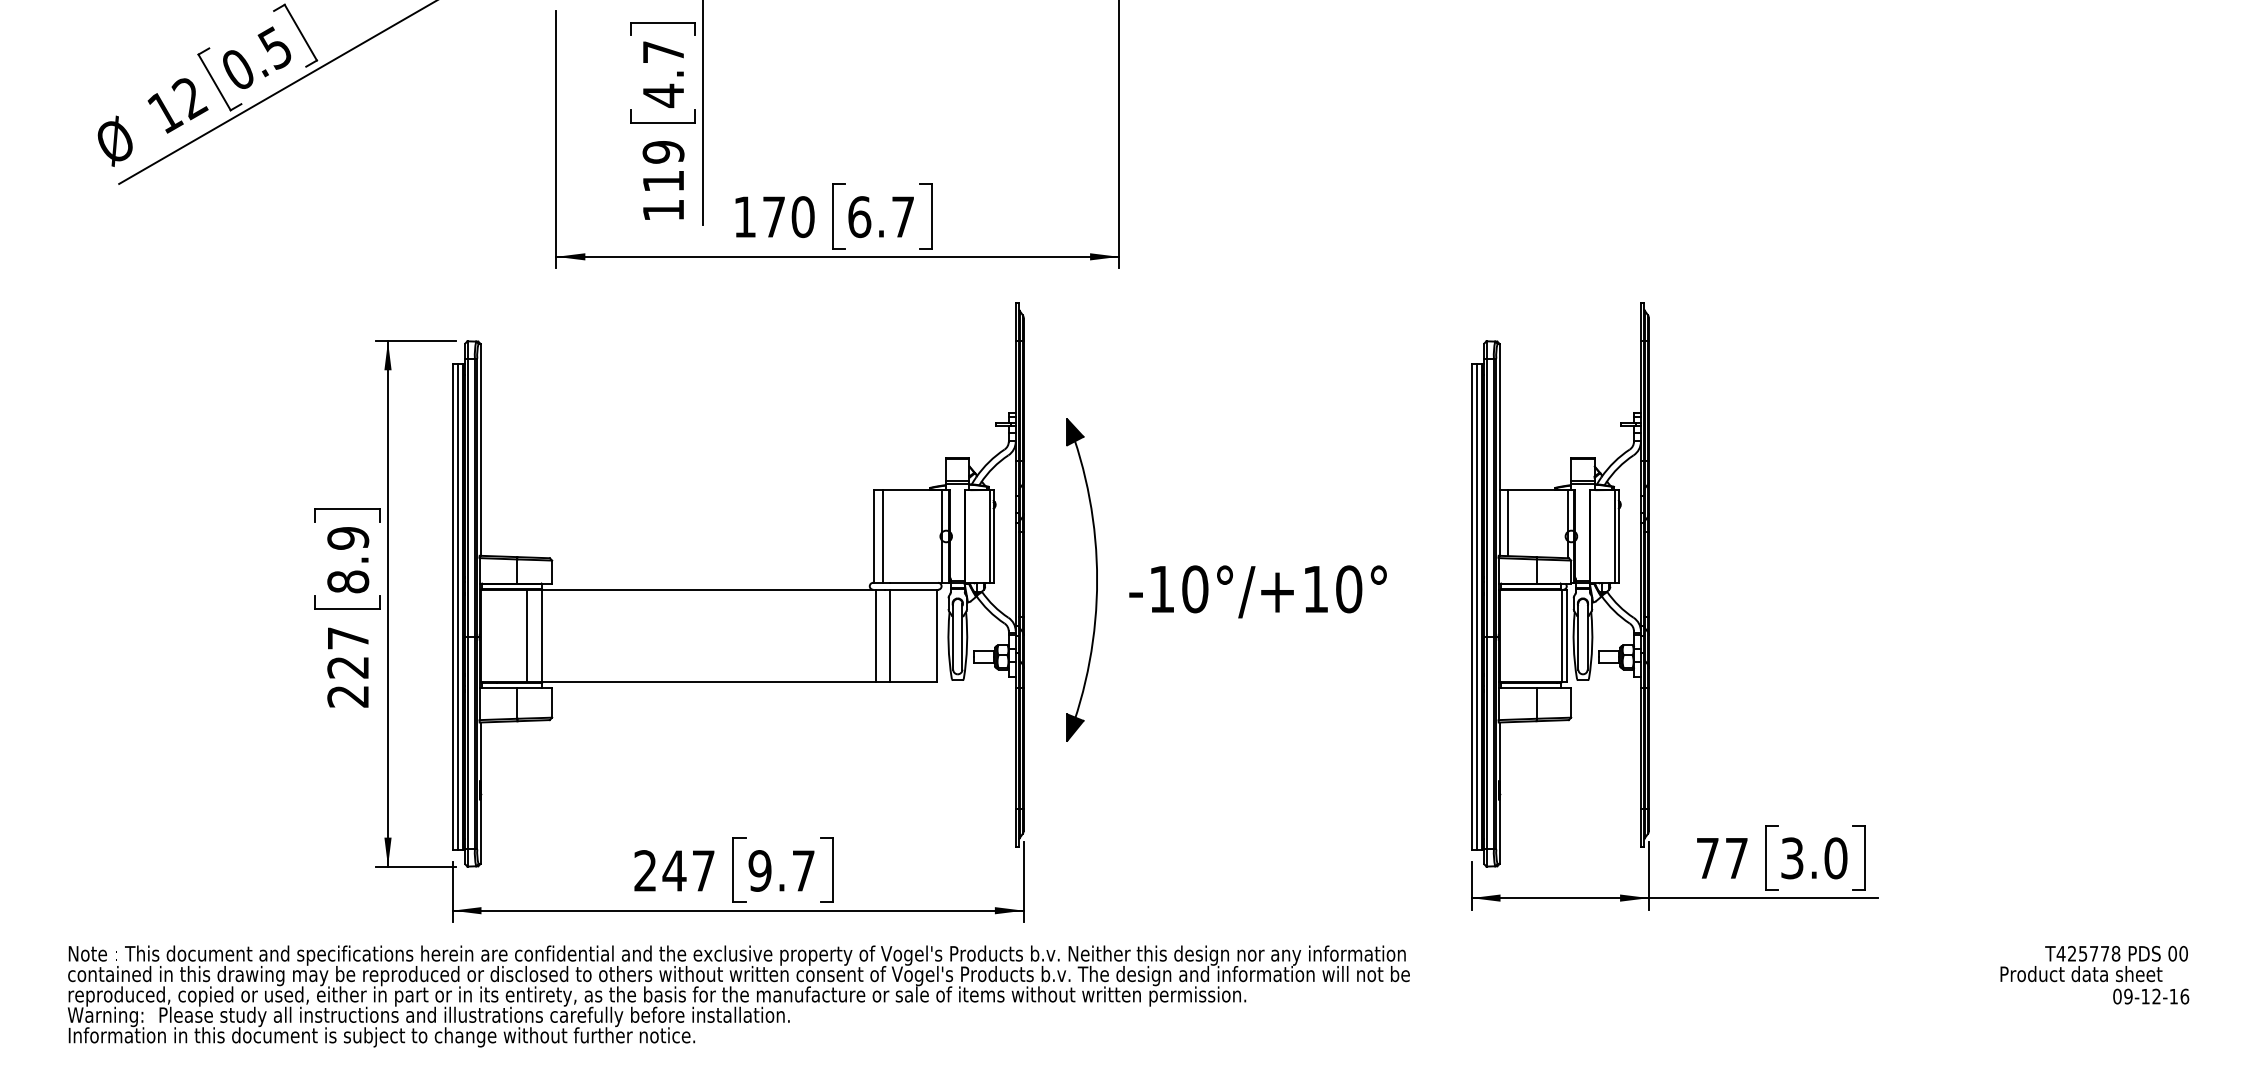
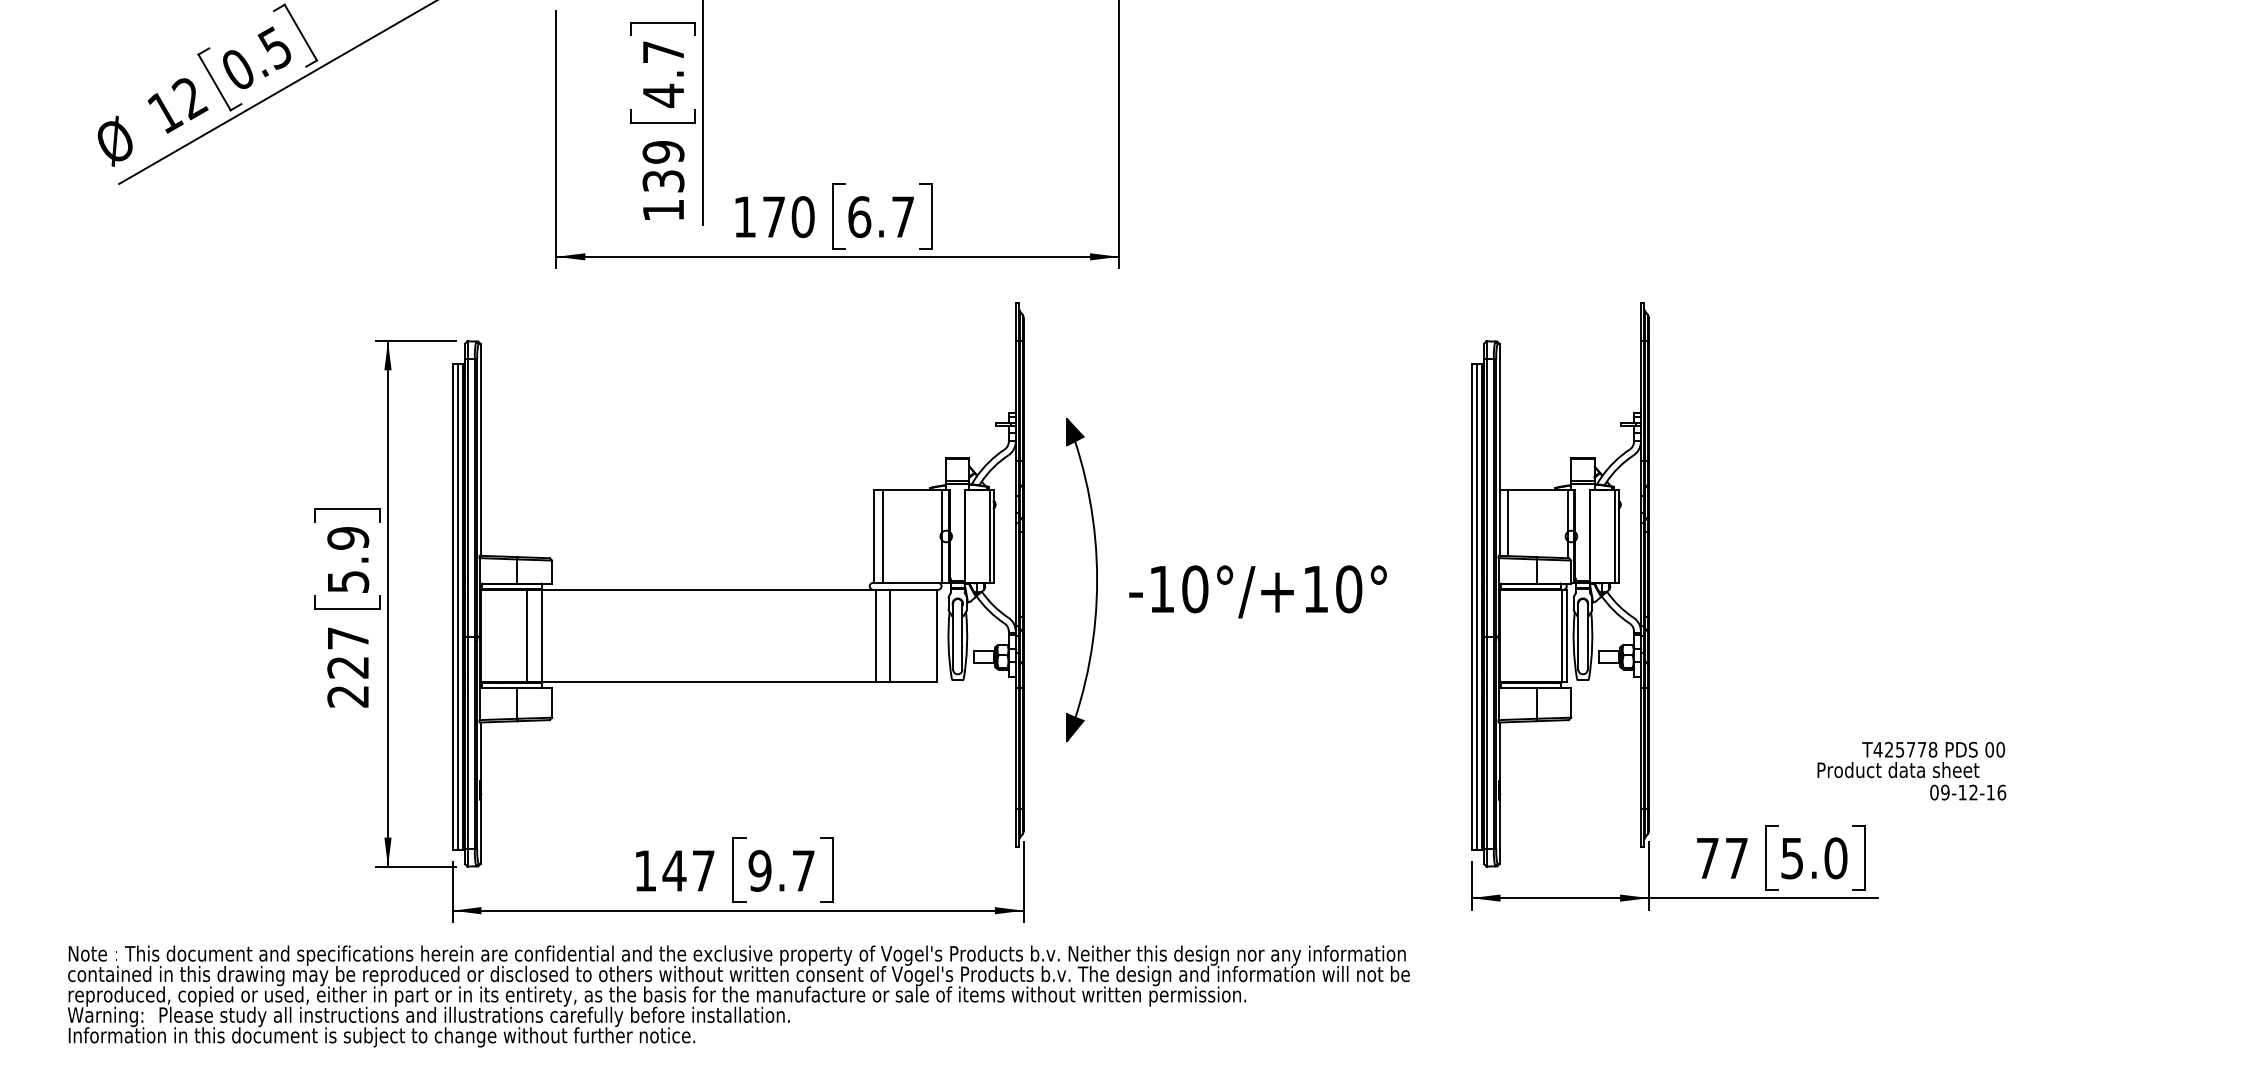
text at (663, 181): 119 -> 139
text at (348, 581): 8.9 -> 5.9
text at (1792, 857): 3.0 -> 5.0
text at (644, 870): 247 -> 147
text at (2094, 974) position: (2094, 974) -> (1911, 770)
